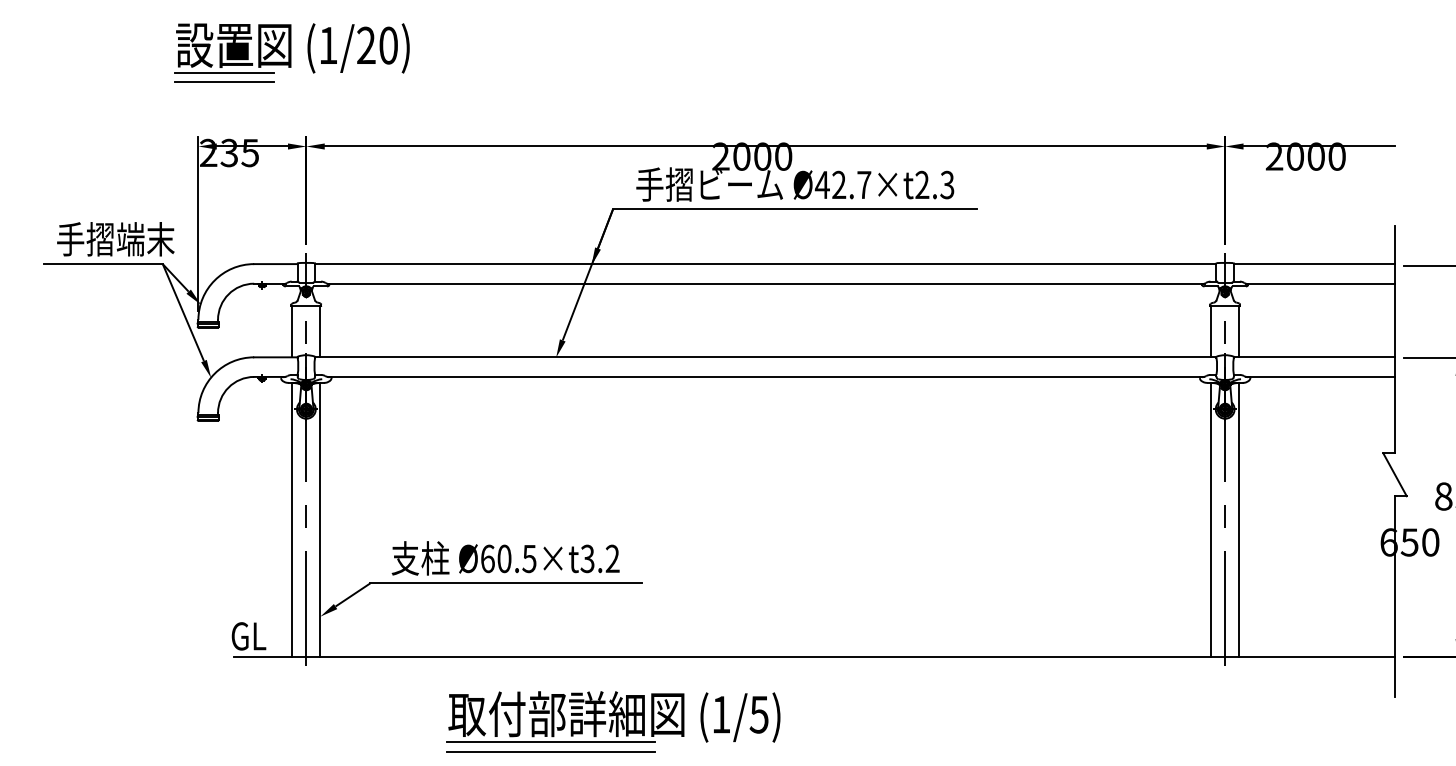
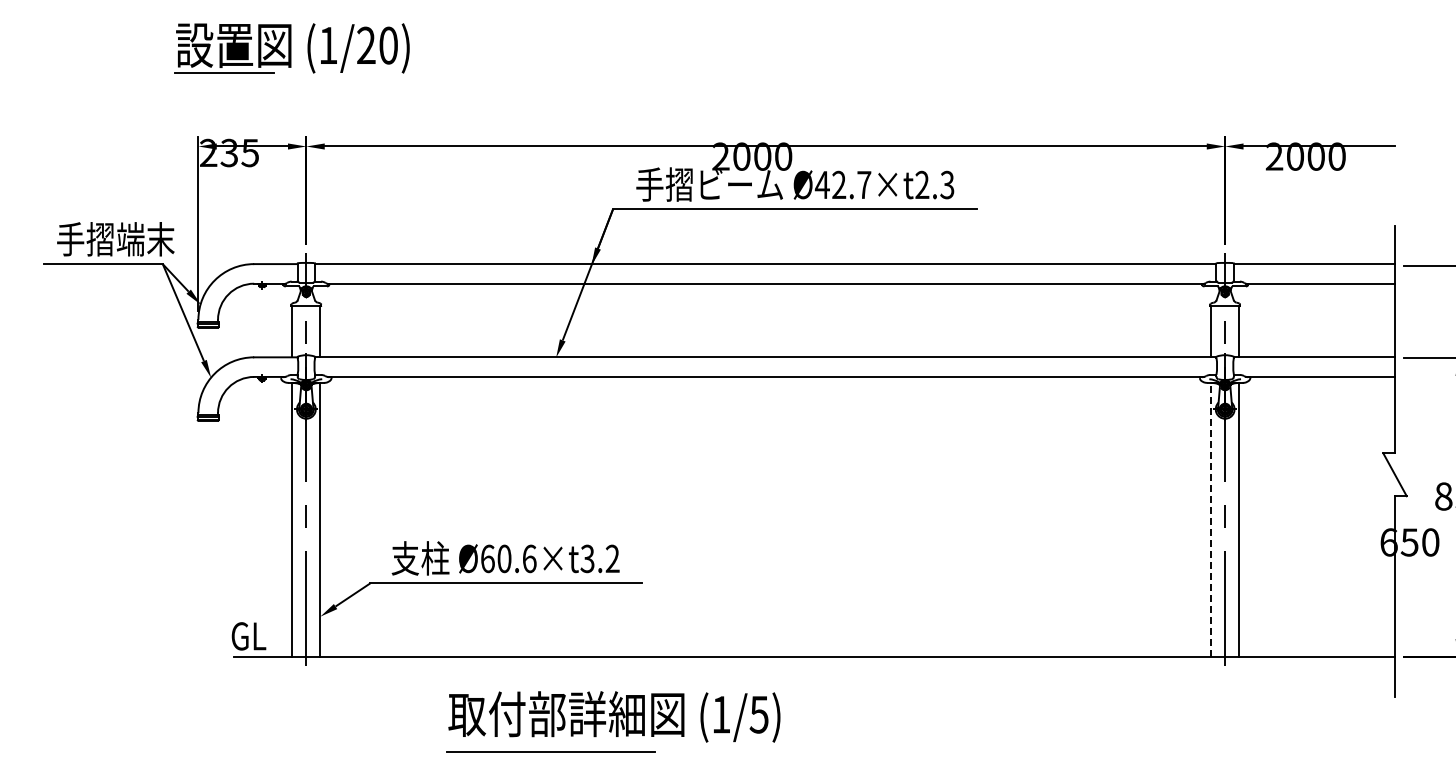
line at (224, 81): present -> none
line at (1211, 519): solid -> dashed
text at (529, 558): Ø60.5×t3.2 -> Ø60.6×t3.2
line at (551, 742): present -> none
